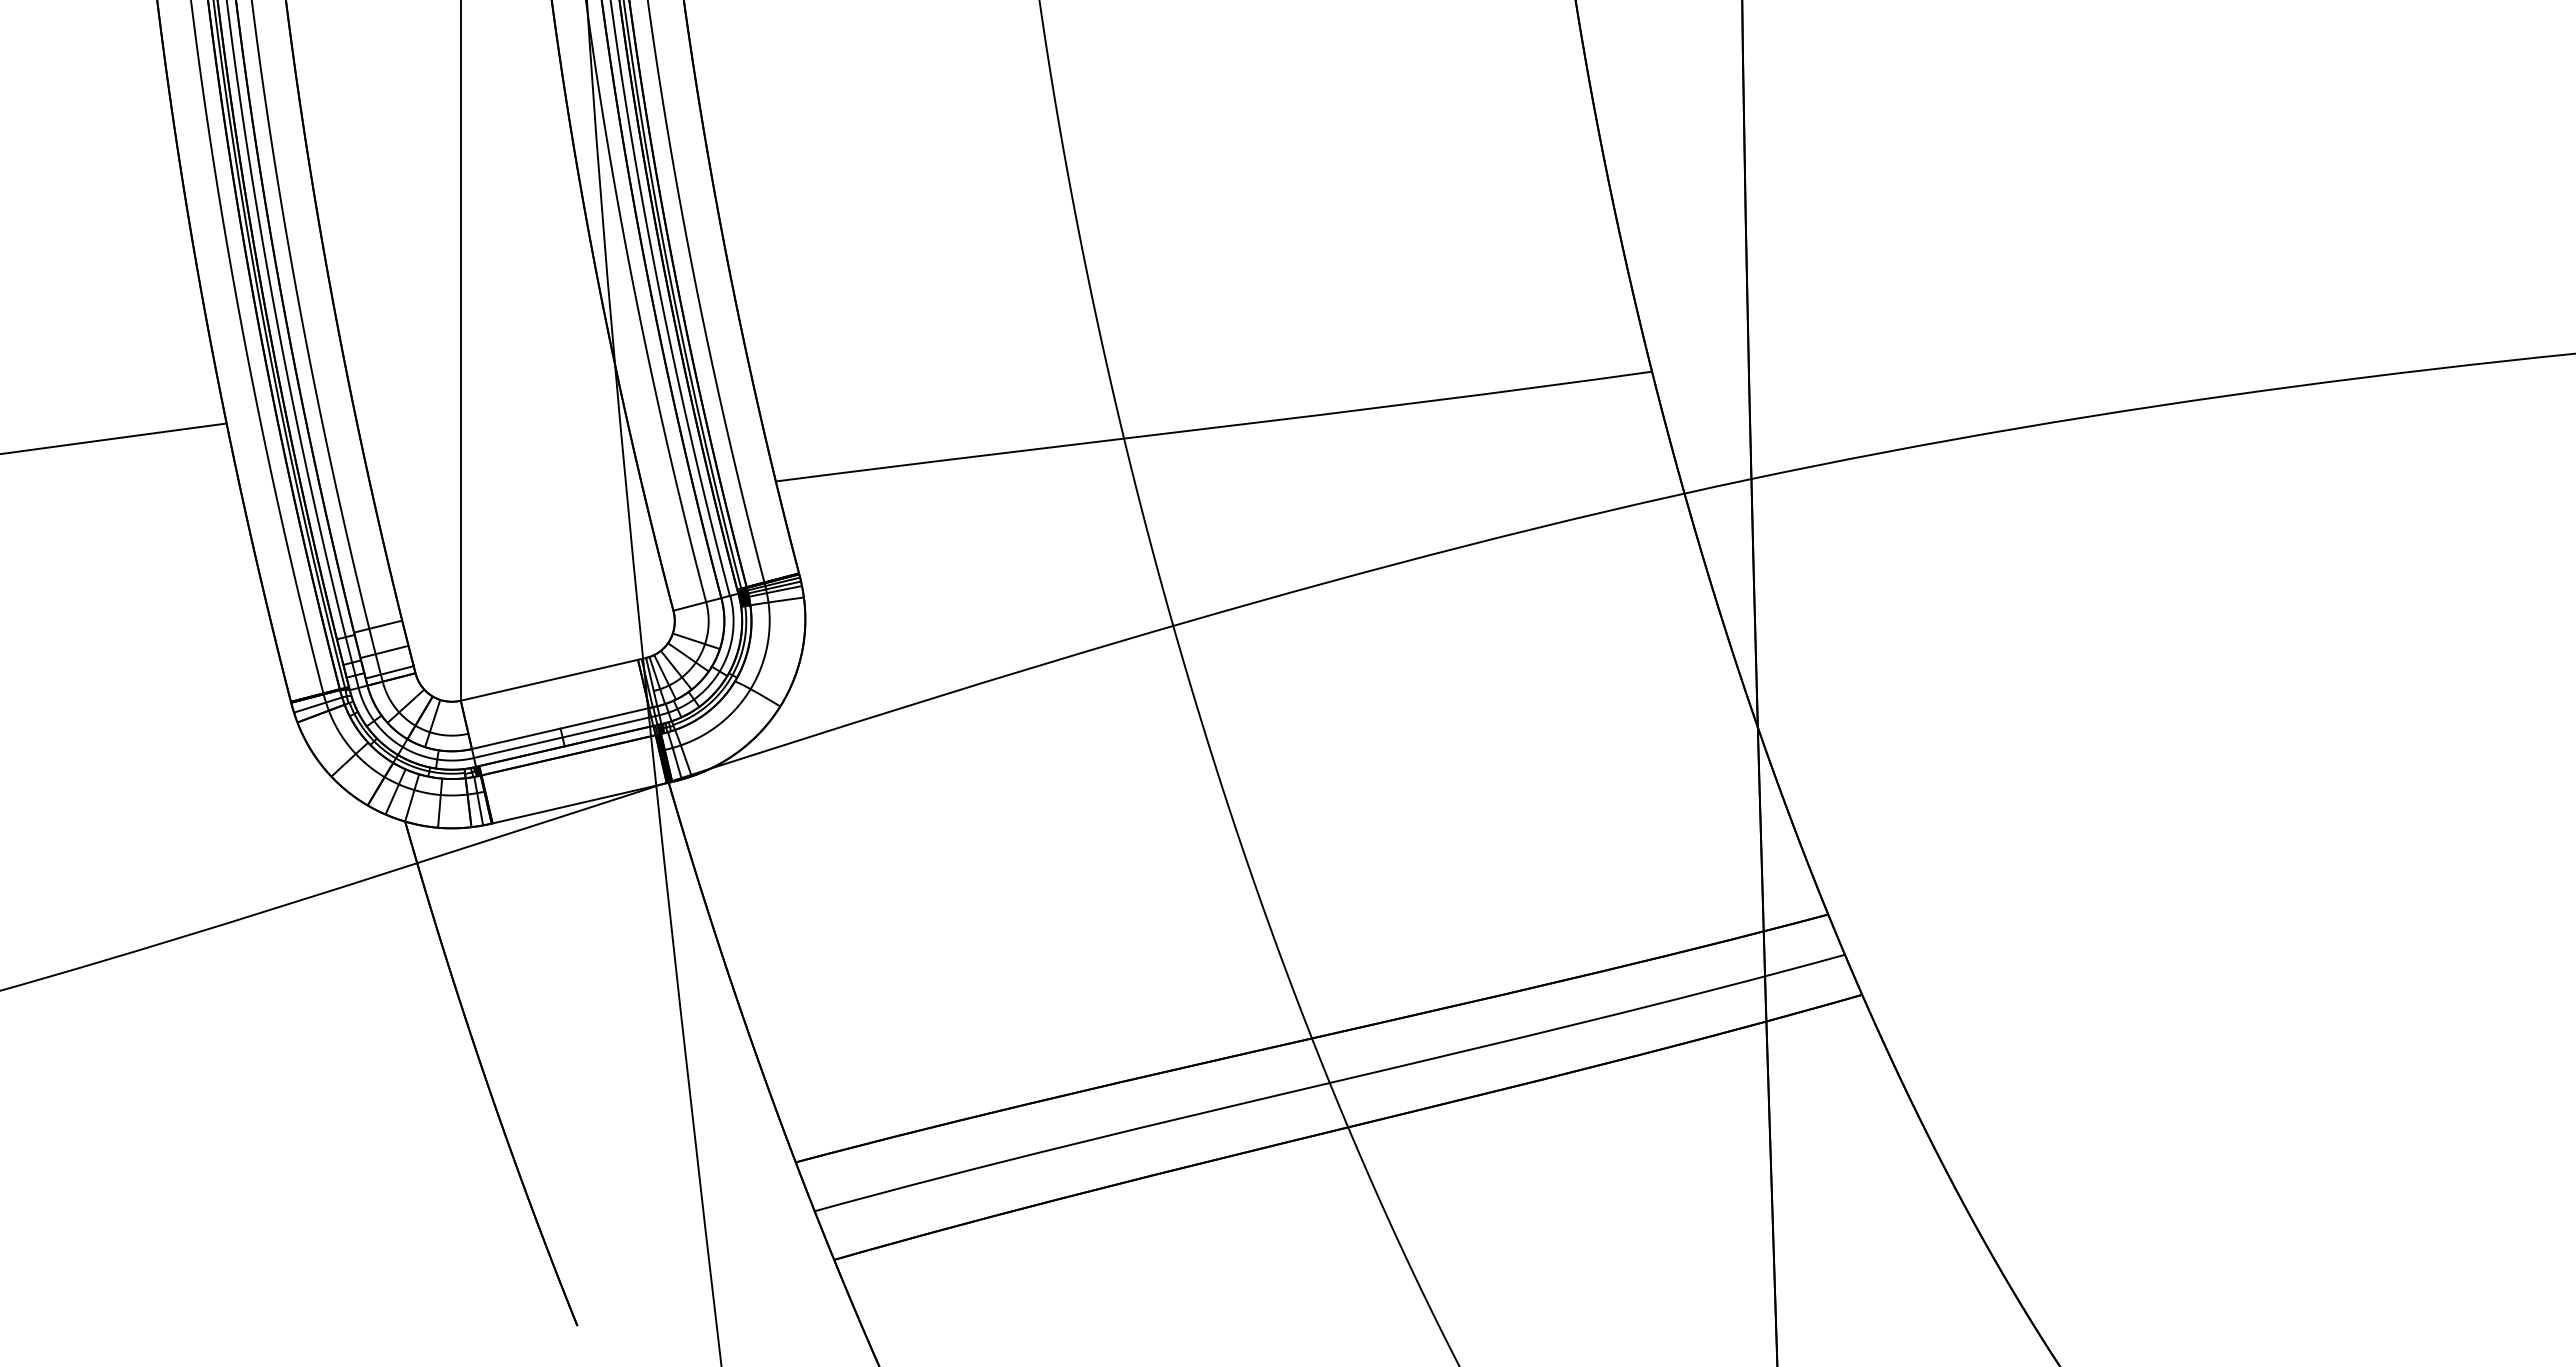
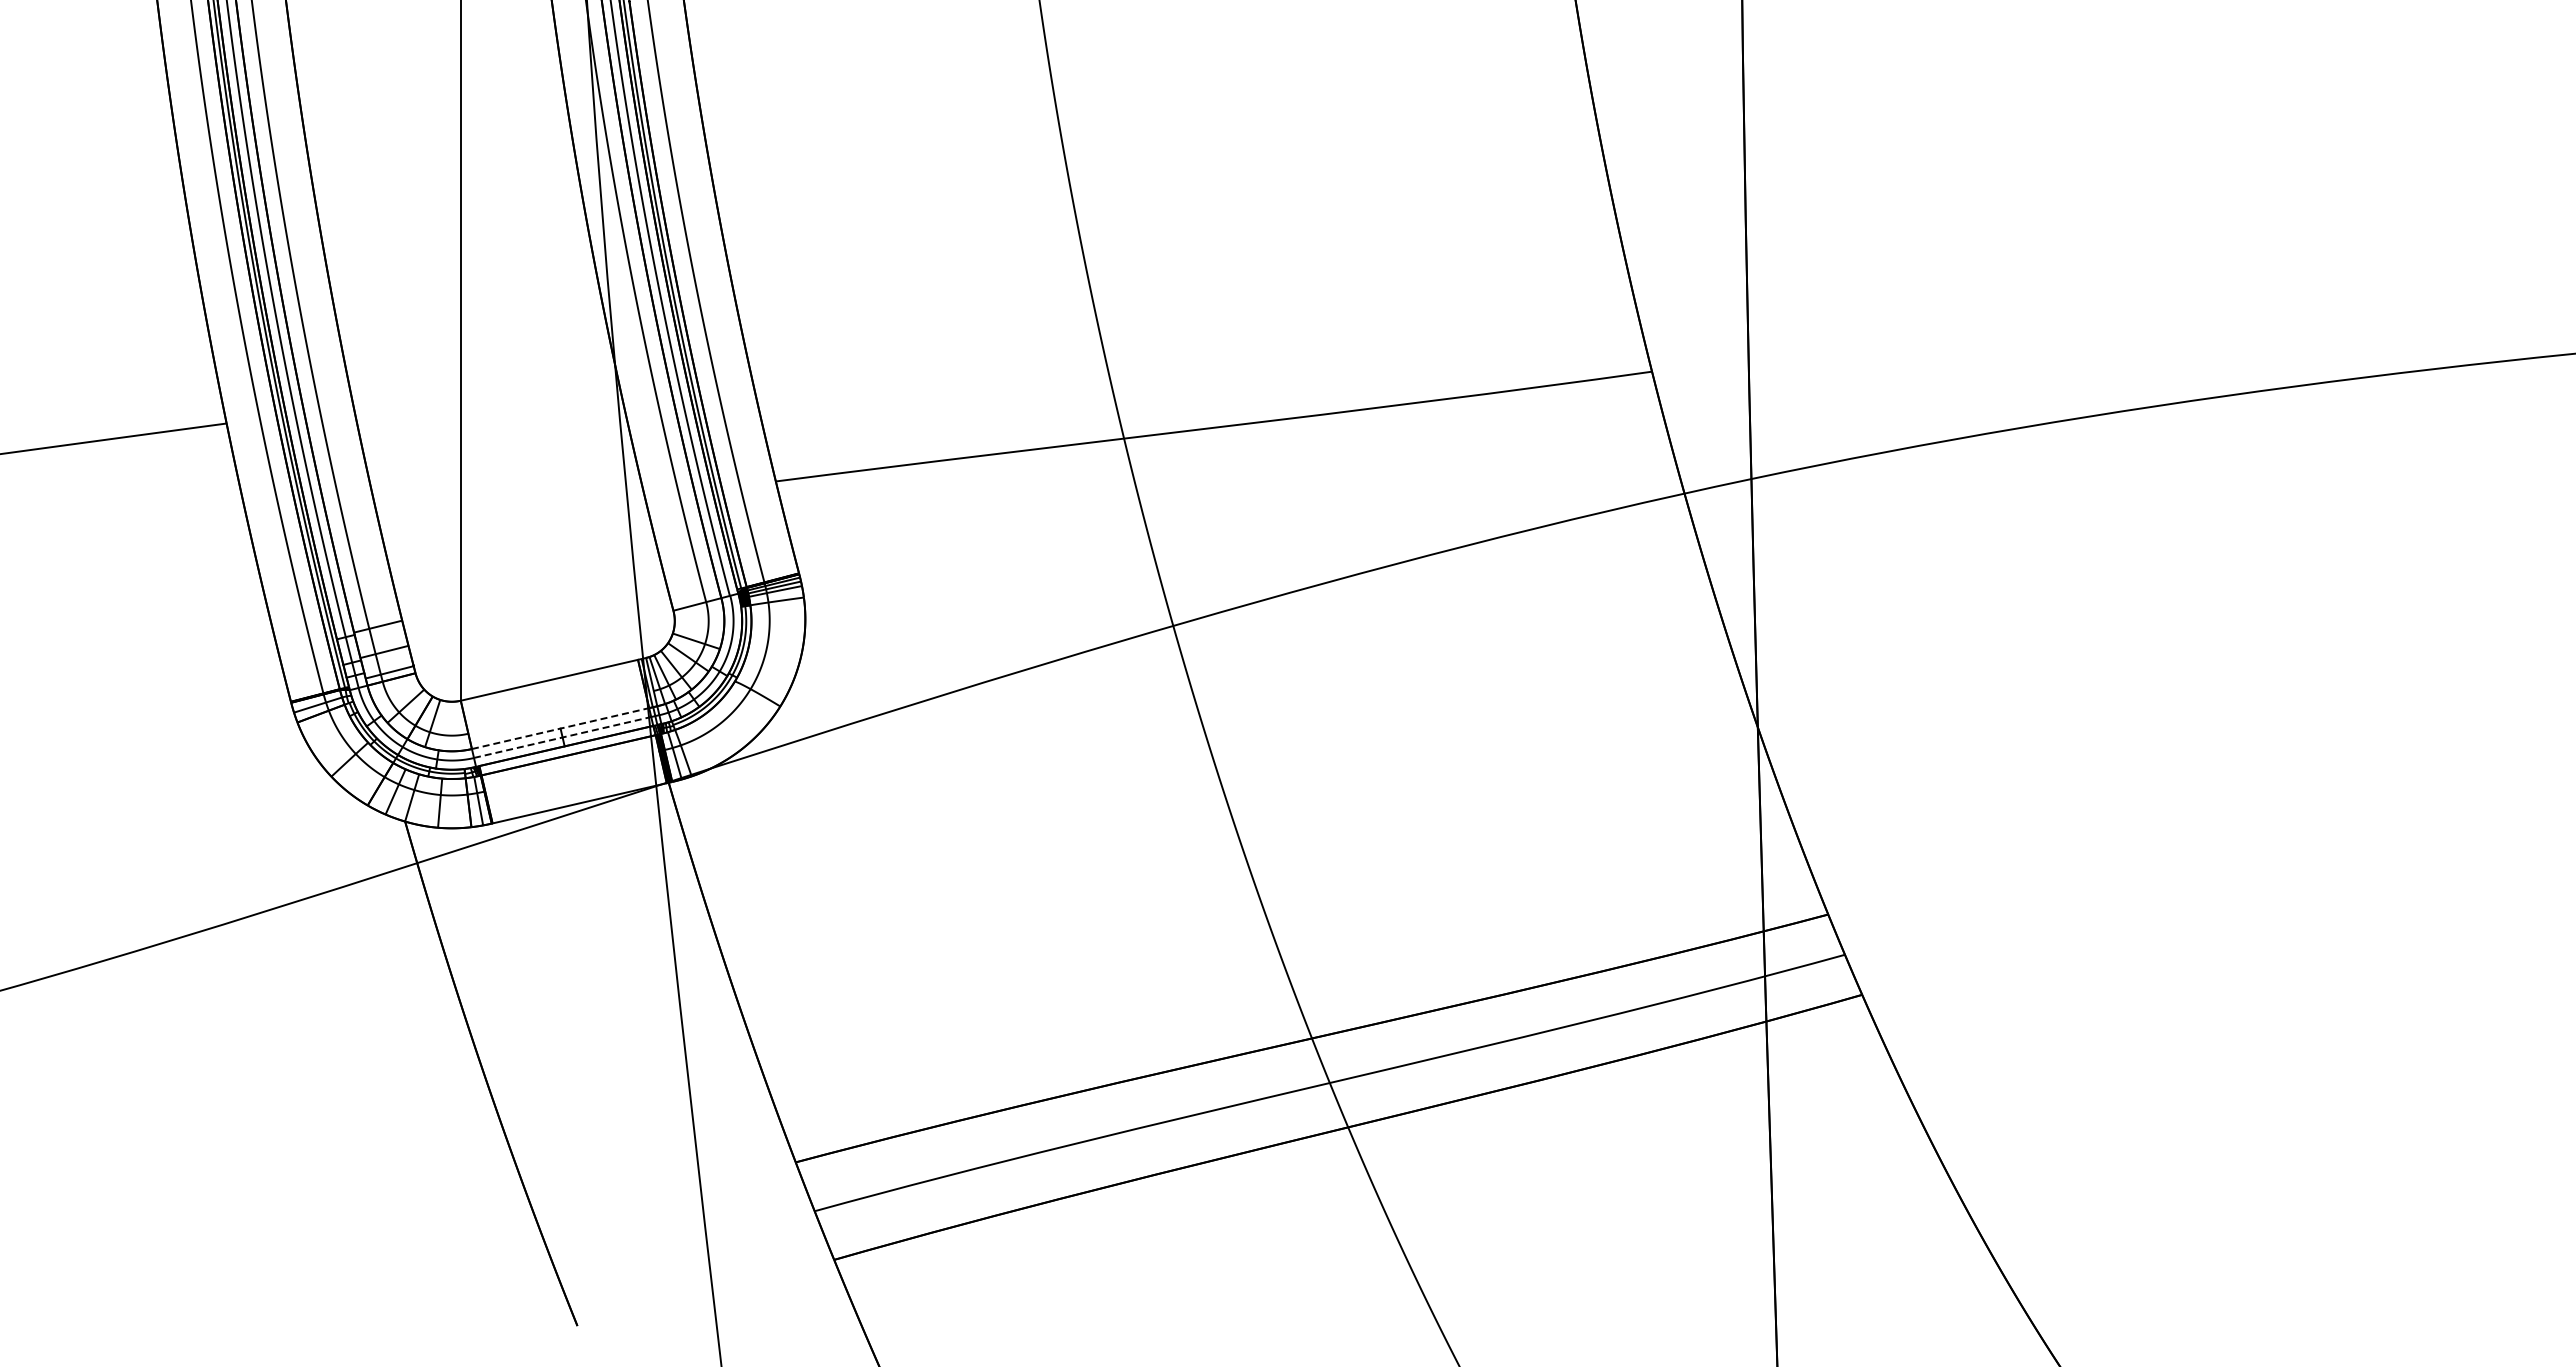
line at (560, 728): solid -> dashed
line at (562, 737): solid -> dashed
